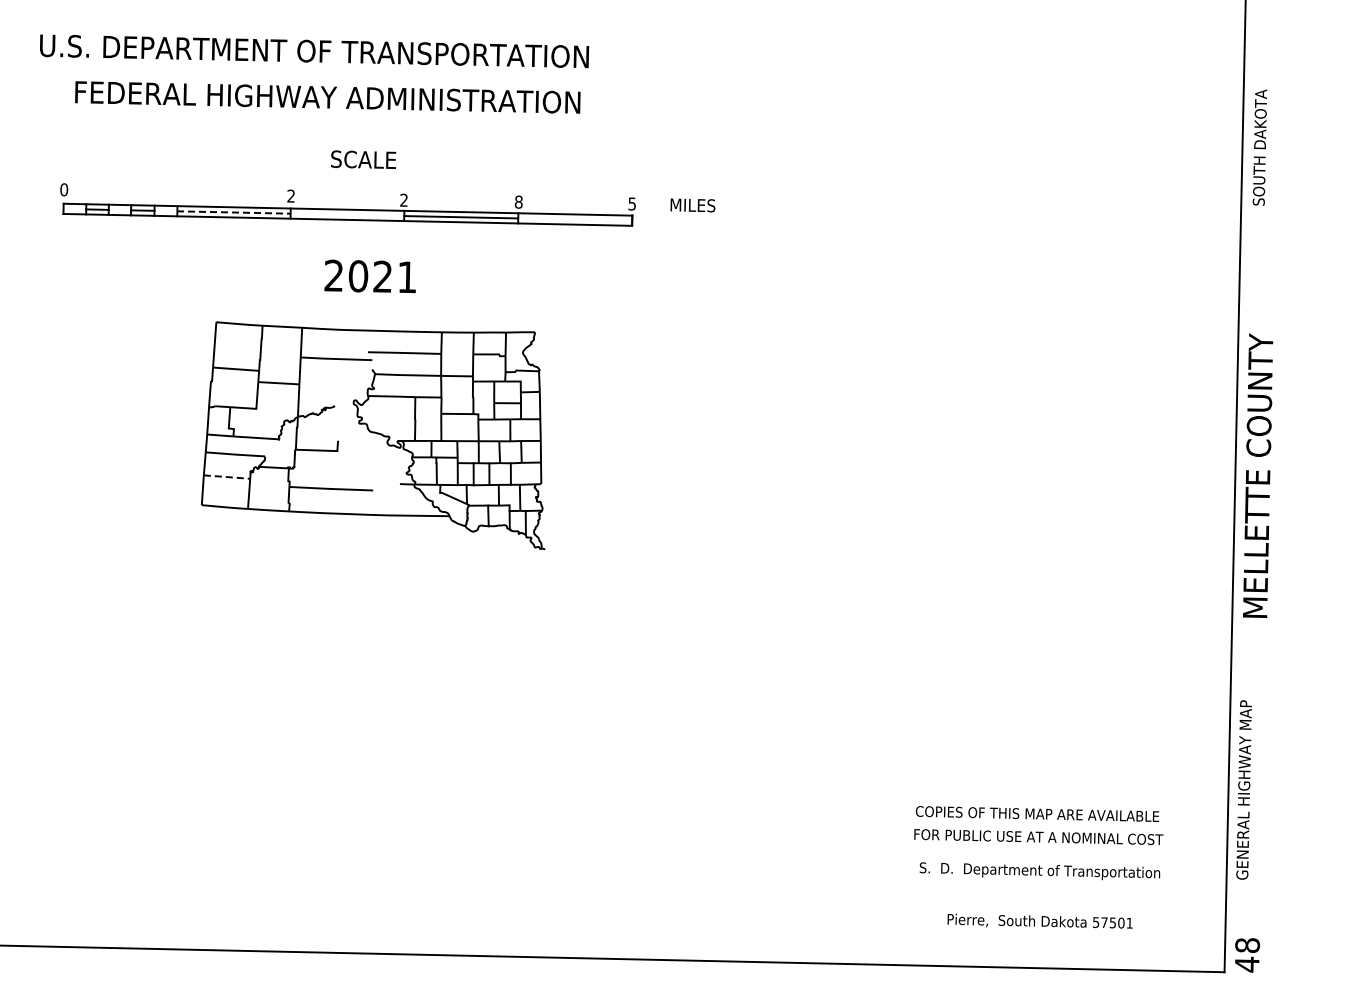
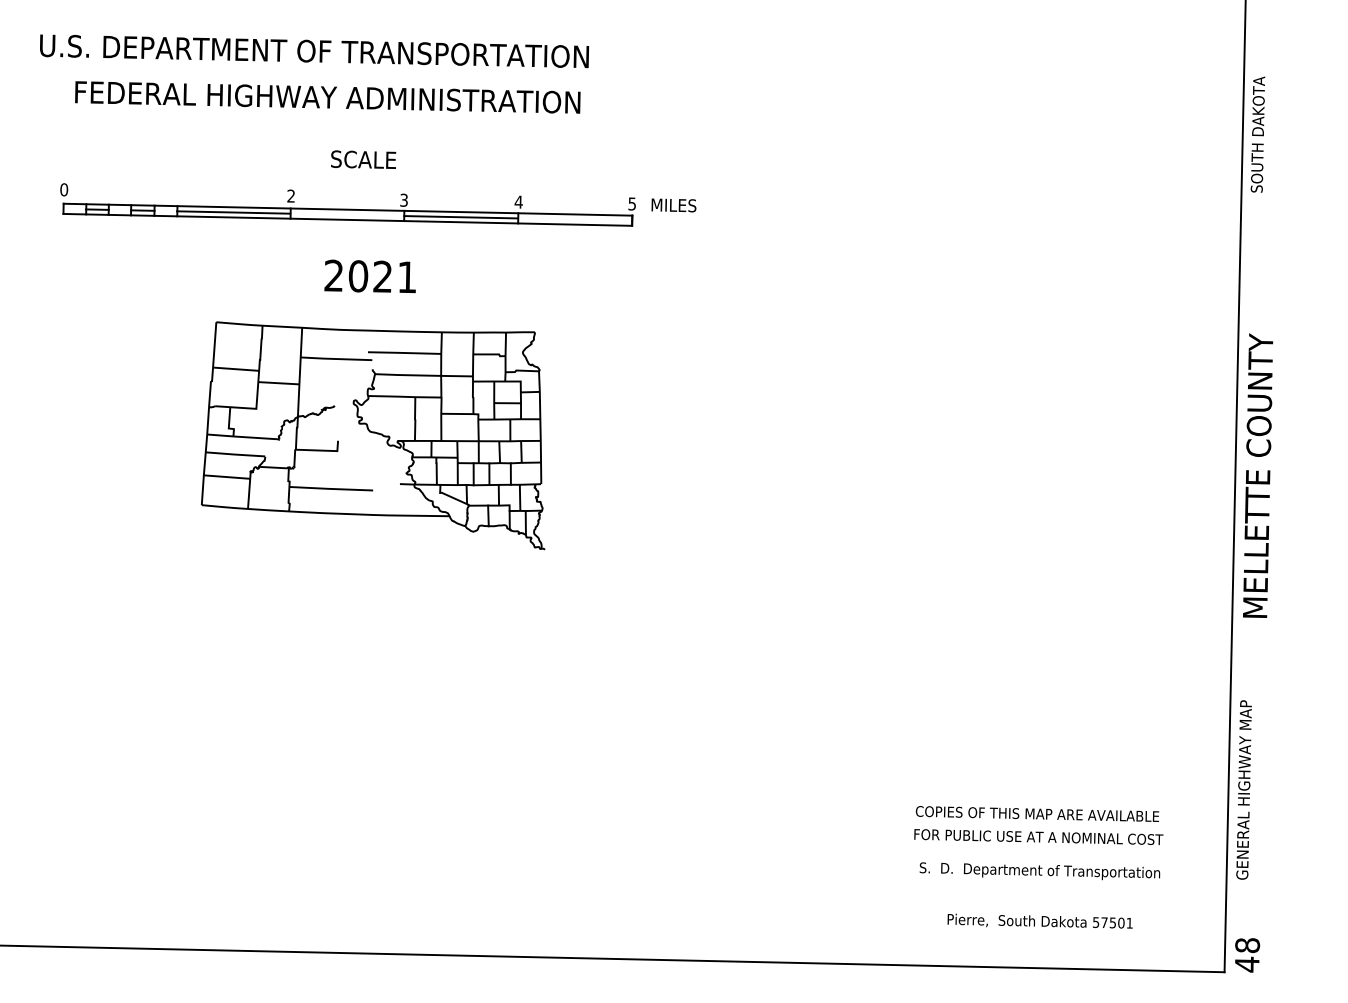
text at (1259, 147) position: (1259, 147) -> (1257, 134)
text at (403, 200): 2 -> 3
text at (518, 201): 8 -> 4
text at (692, 205) position: (692, 205) -> (673, 205)
line at (233, 212): dashed -> solid
line at (227, 477): dashed -> solid
